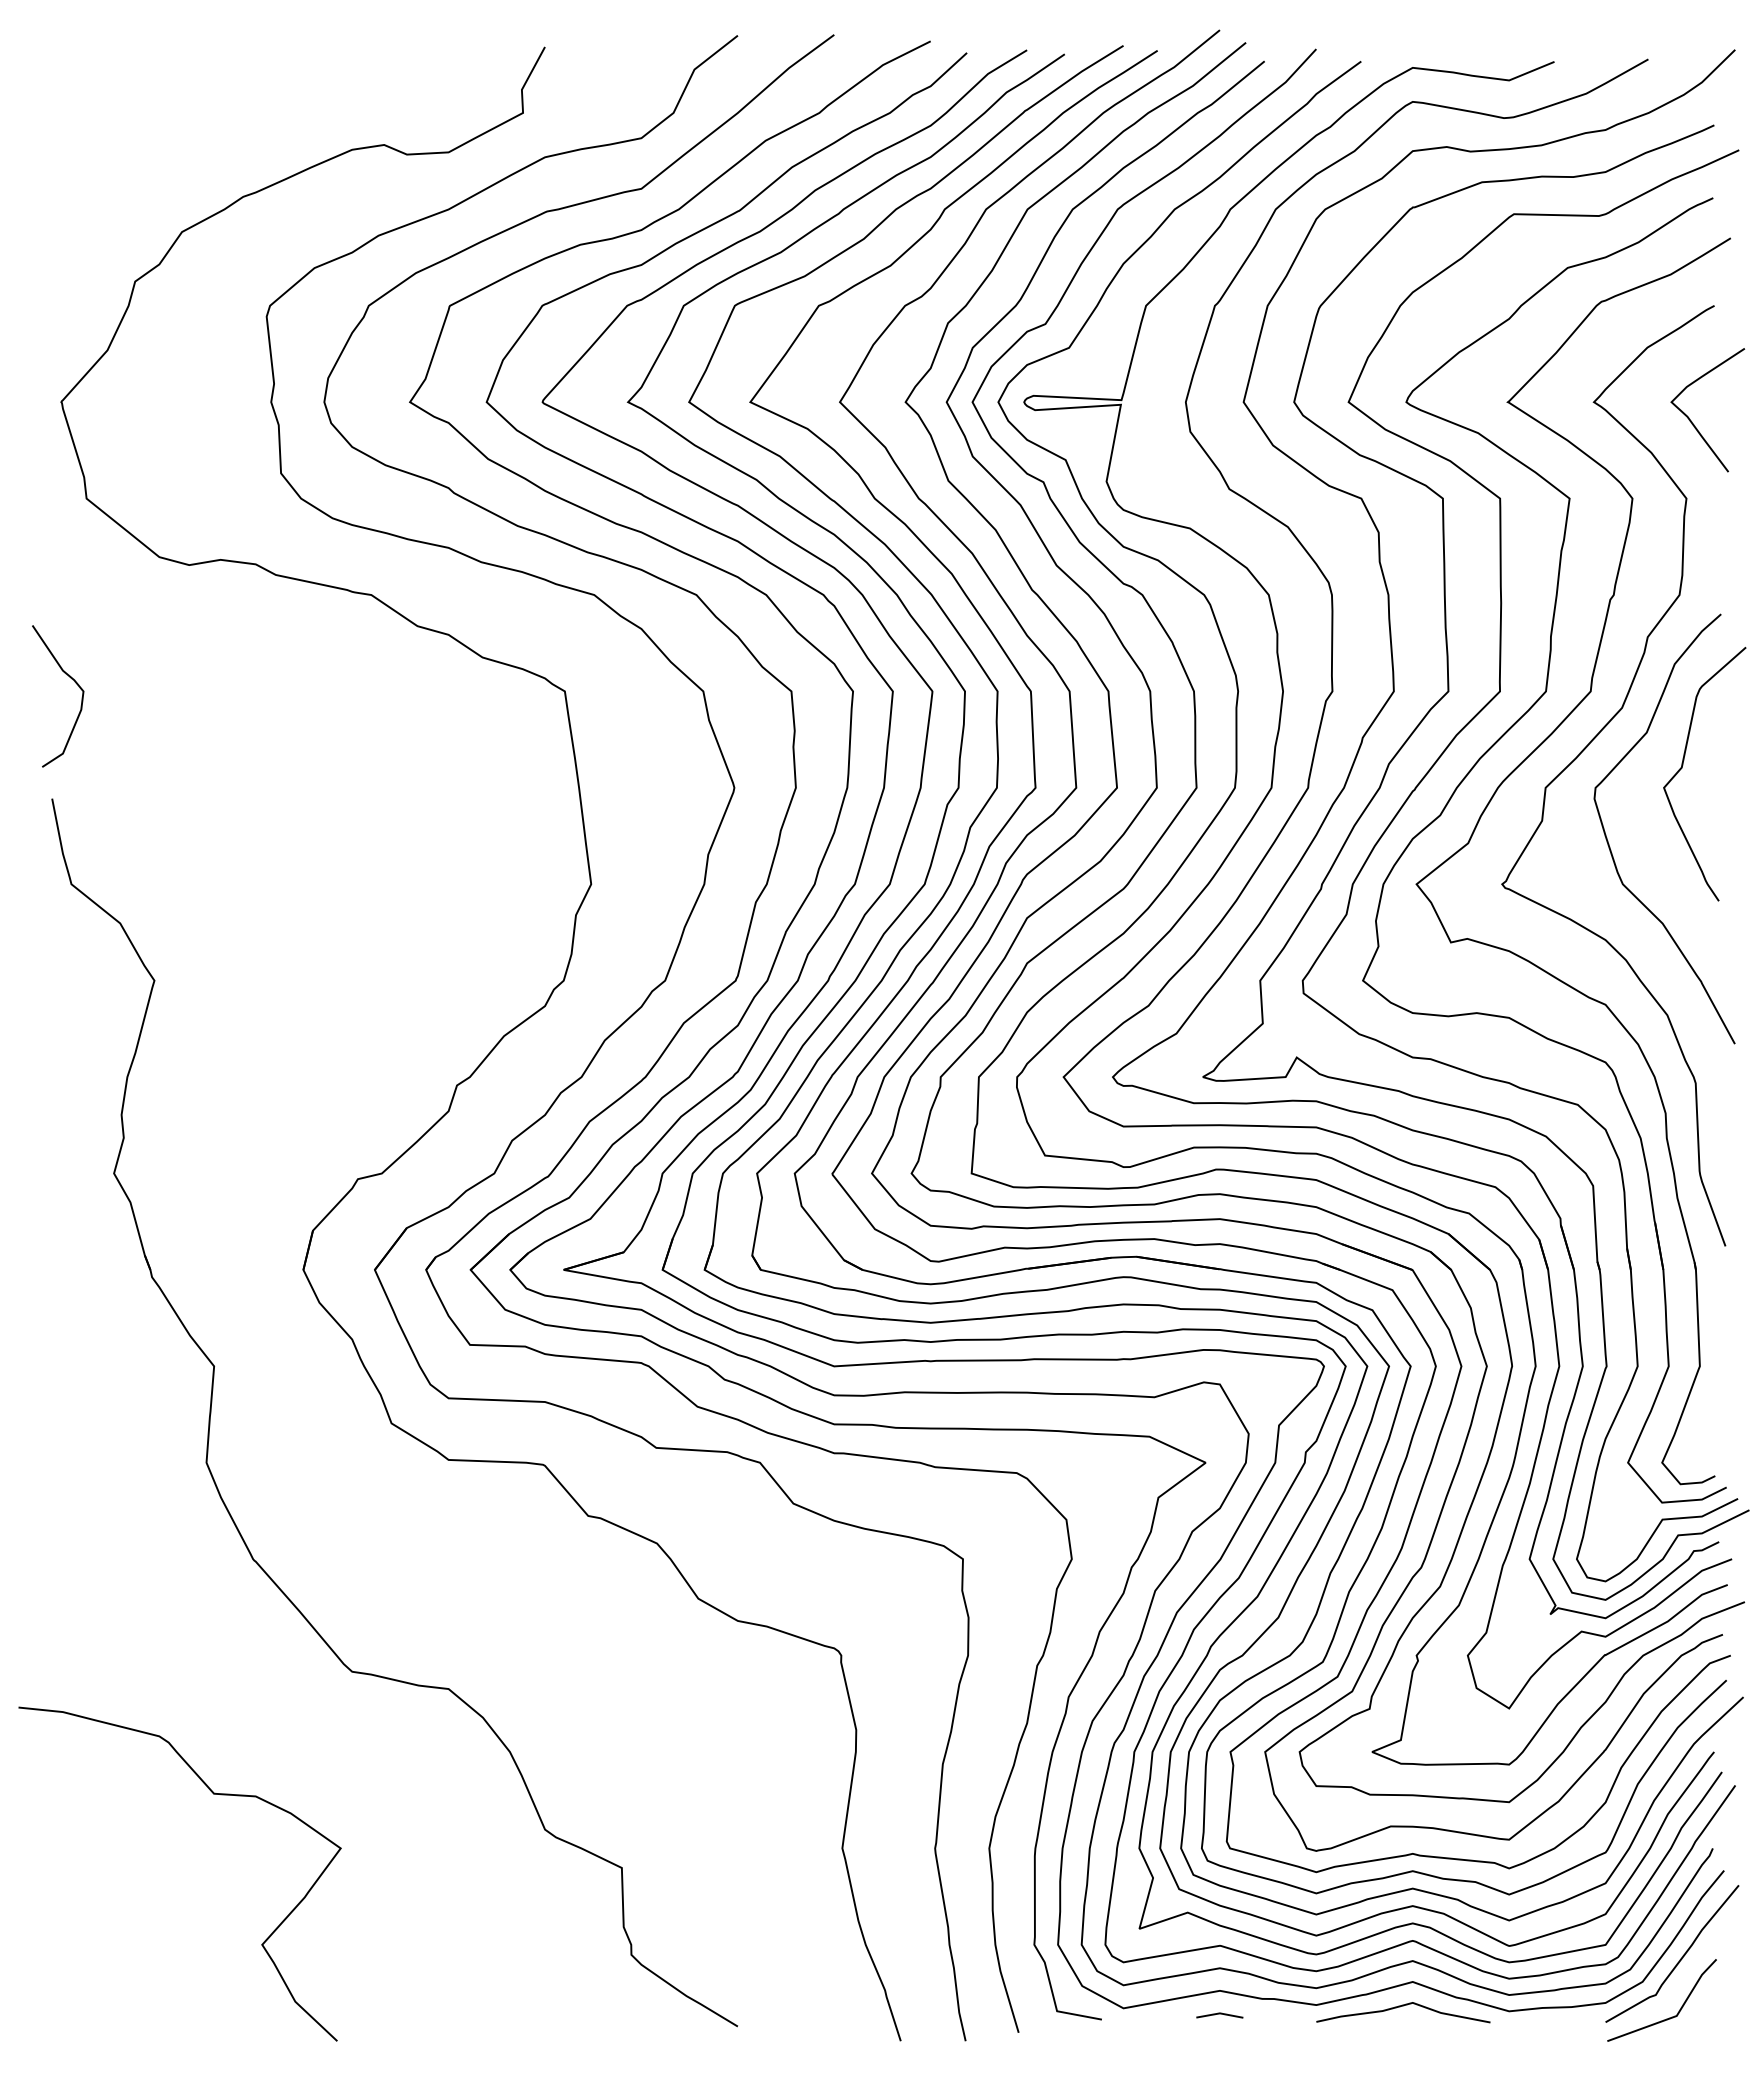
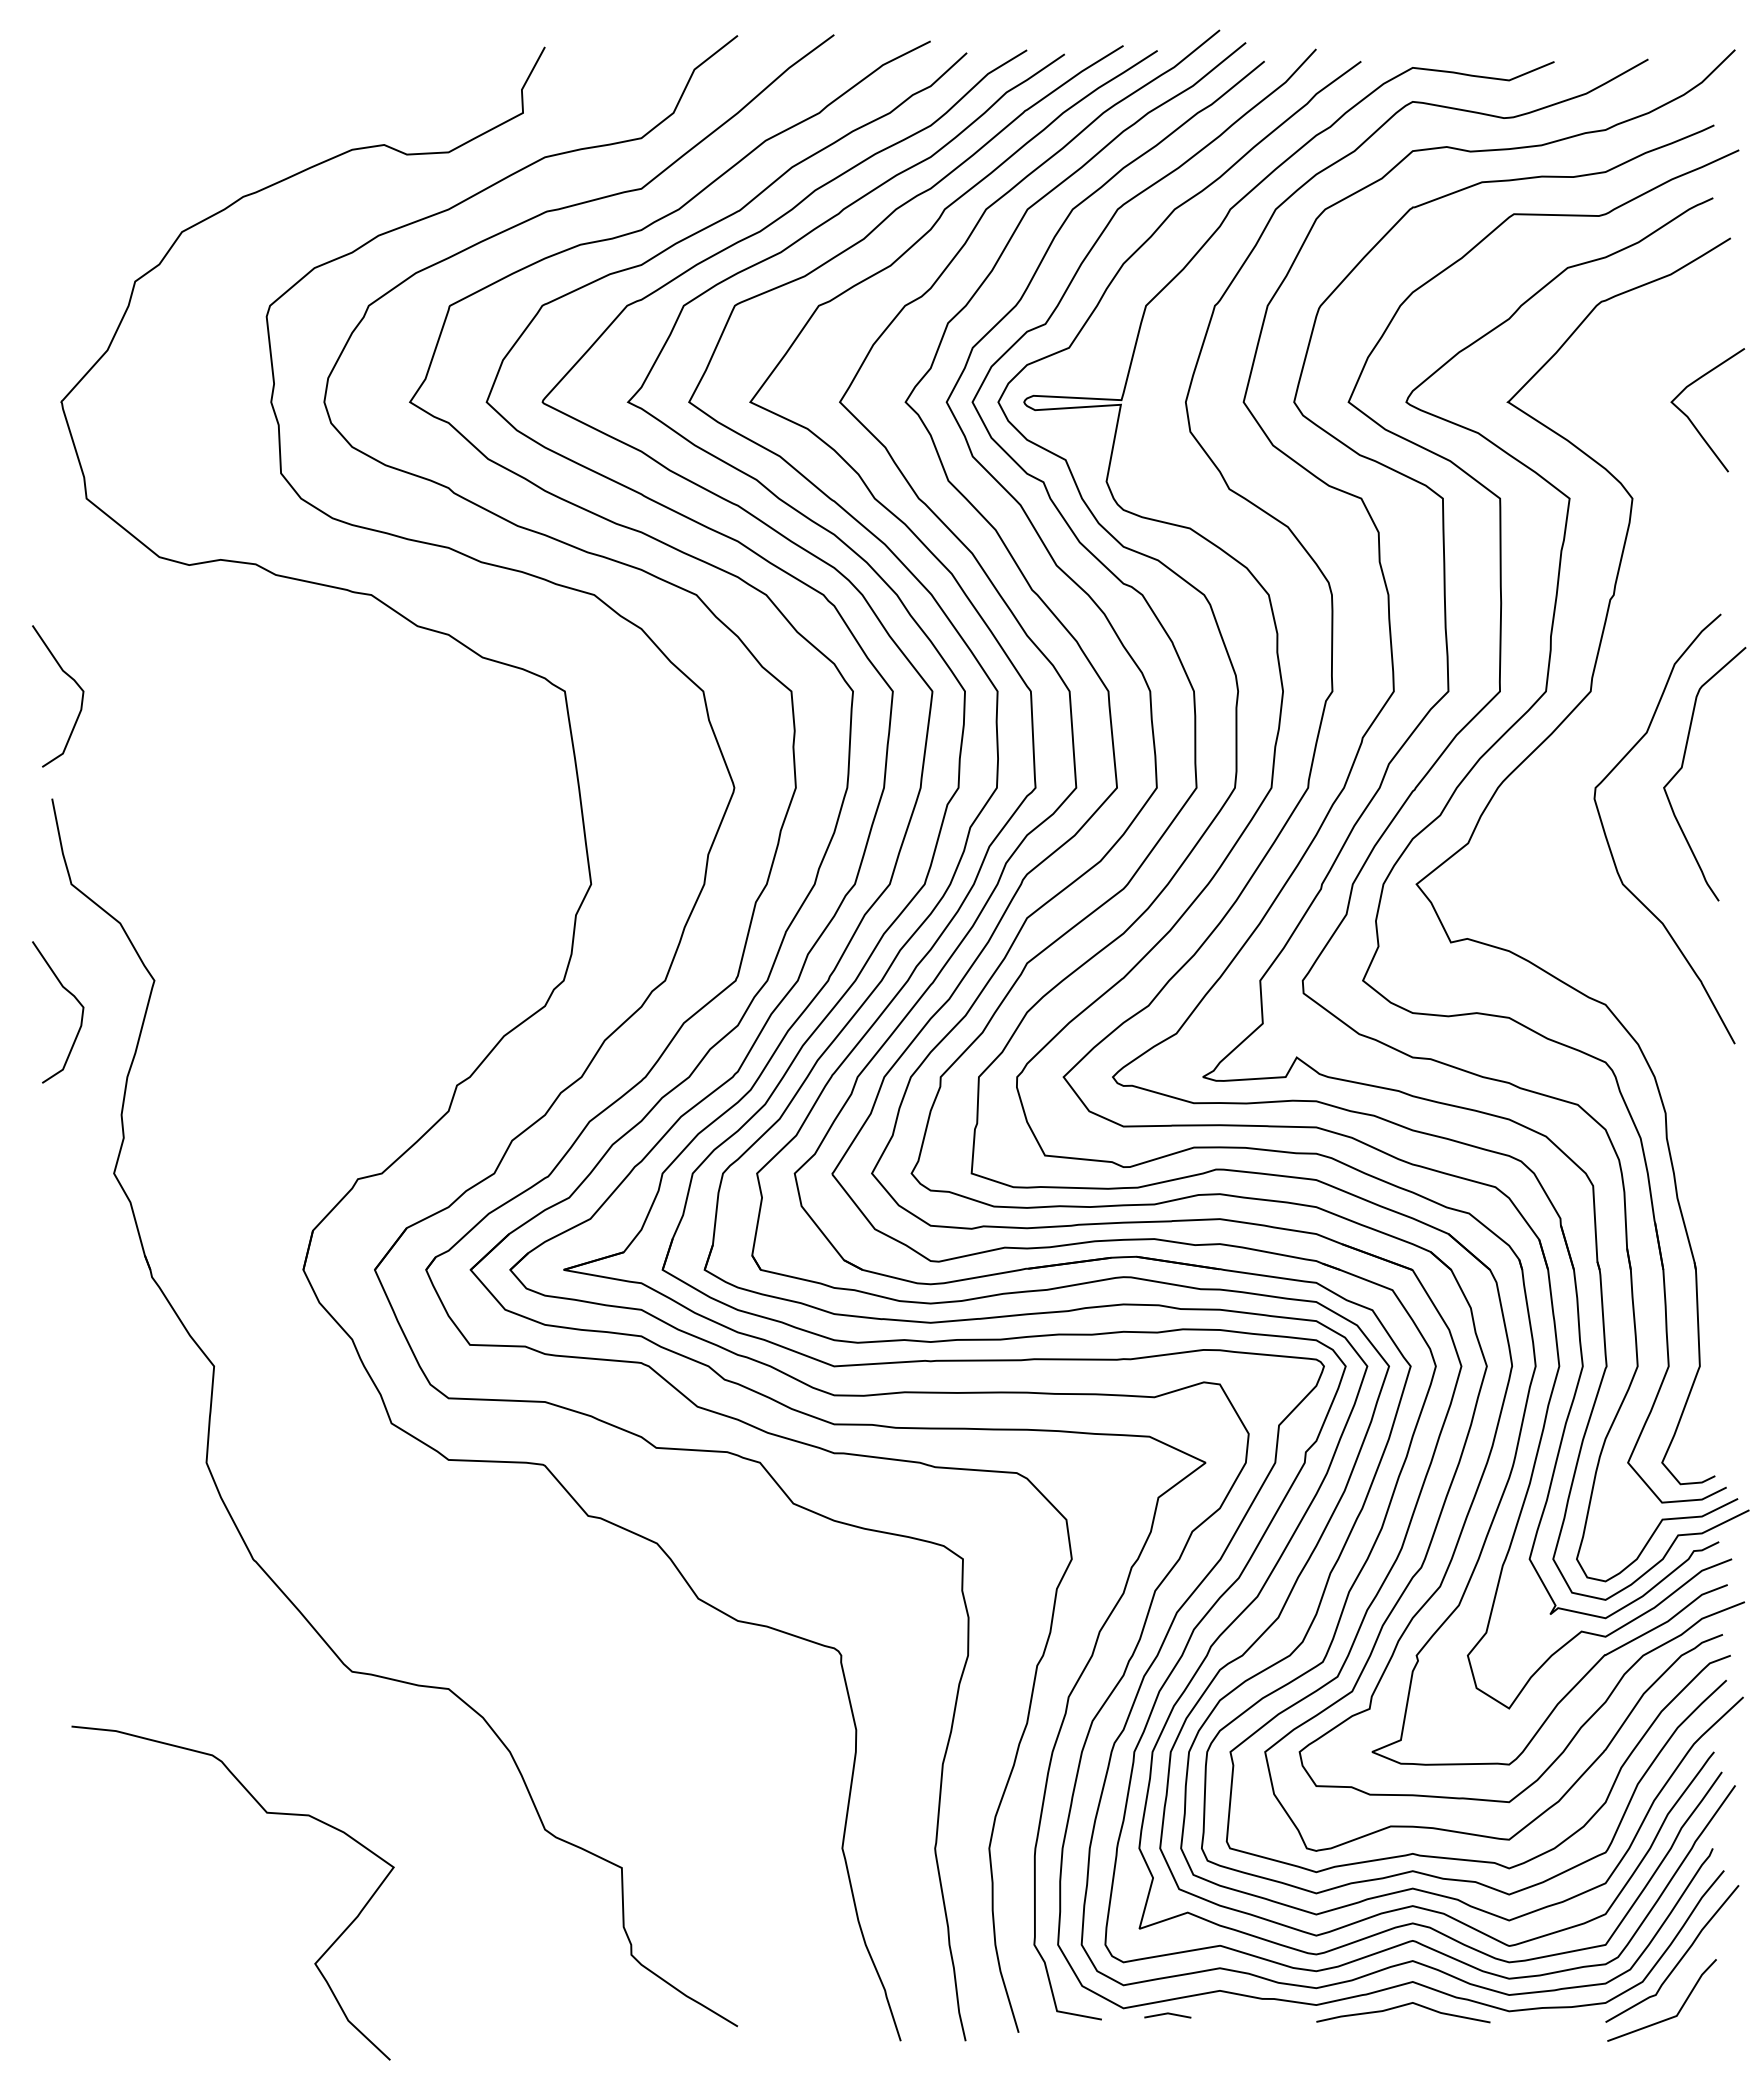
curve at (1586, 748): present -> none
curve at (74, 998): none -> present
curve at (213, 1794) position: (213, 1794) -> (266, 1813)
line at (1219, 2014) position: (1219, 2014) -> (1167, 2014)
